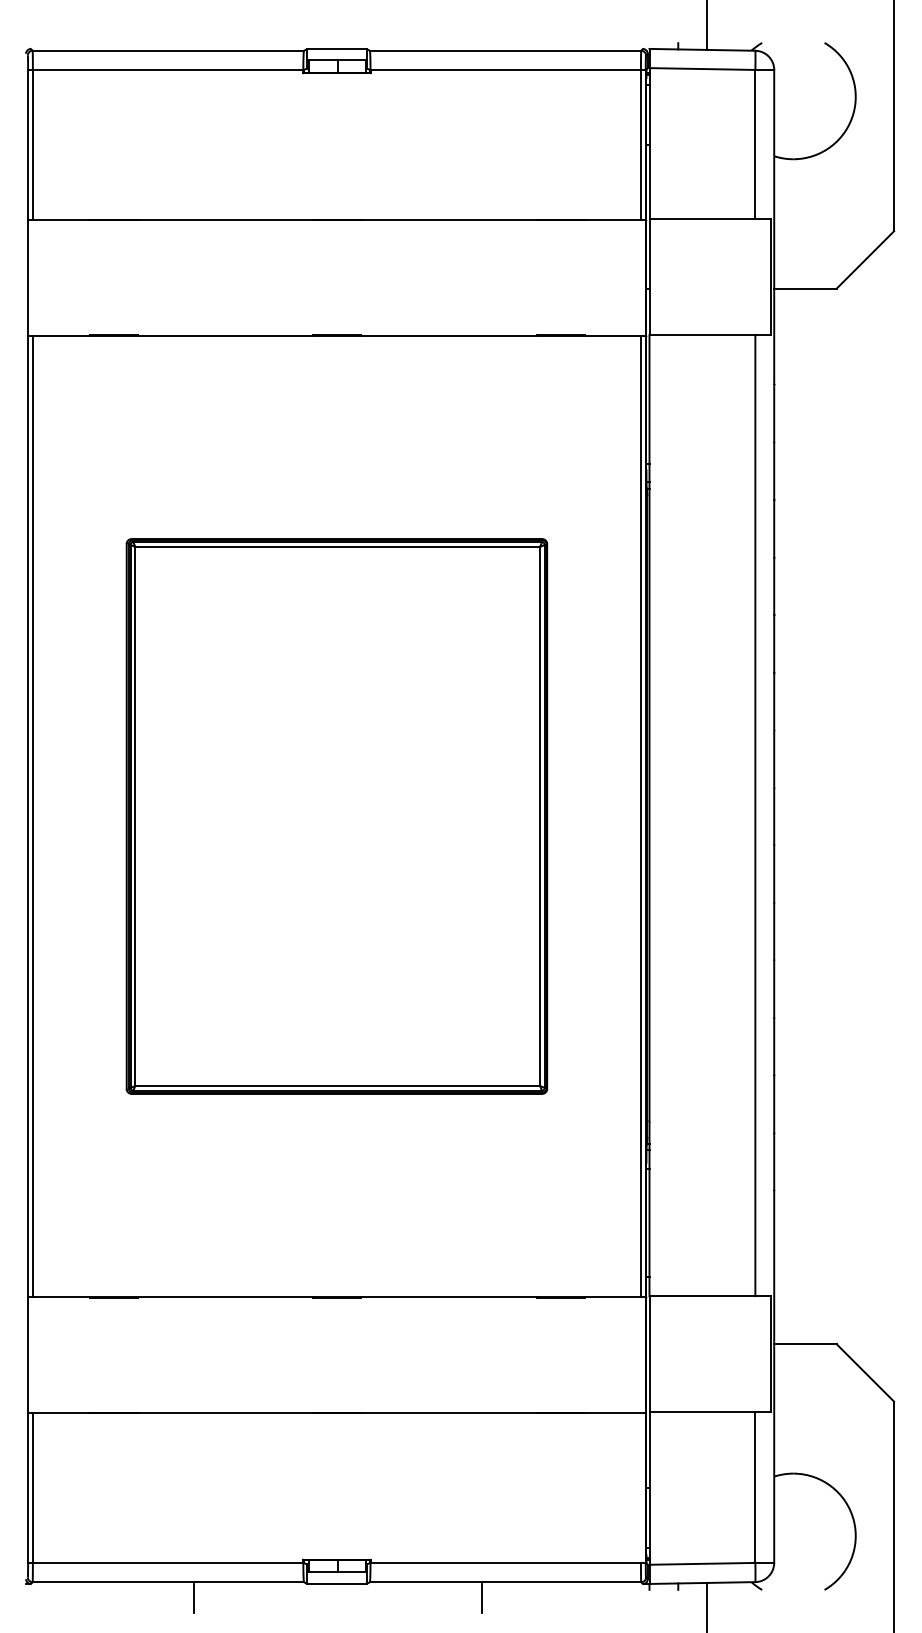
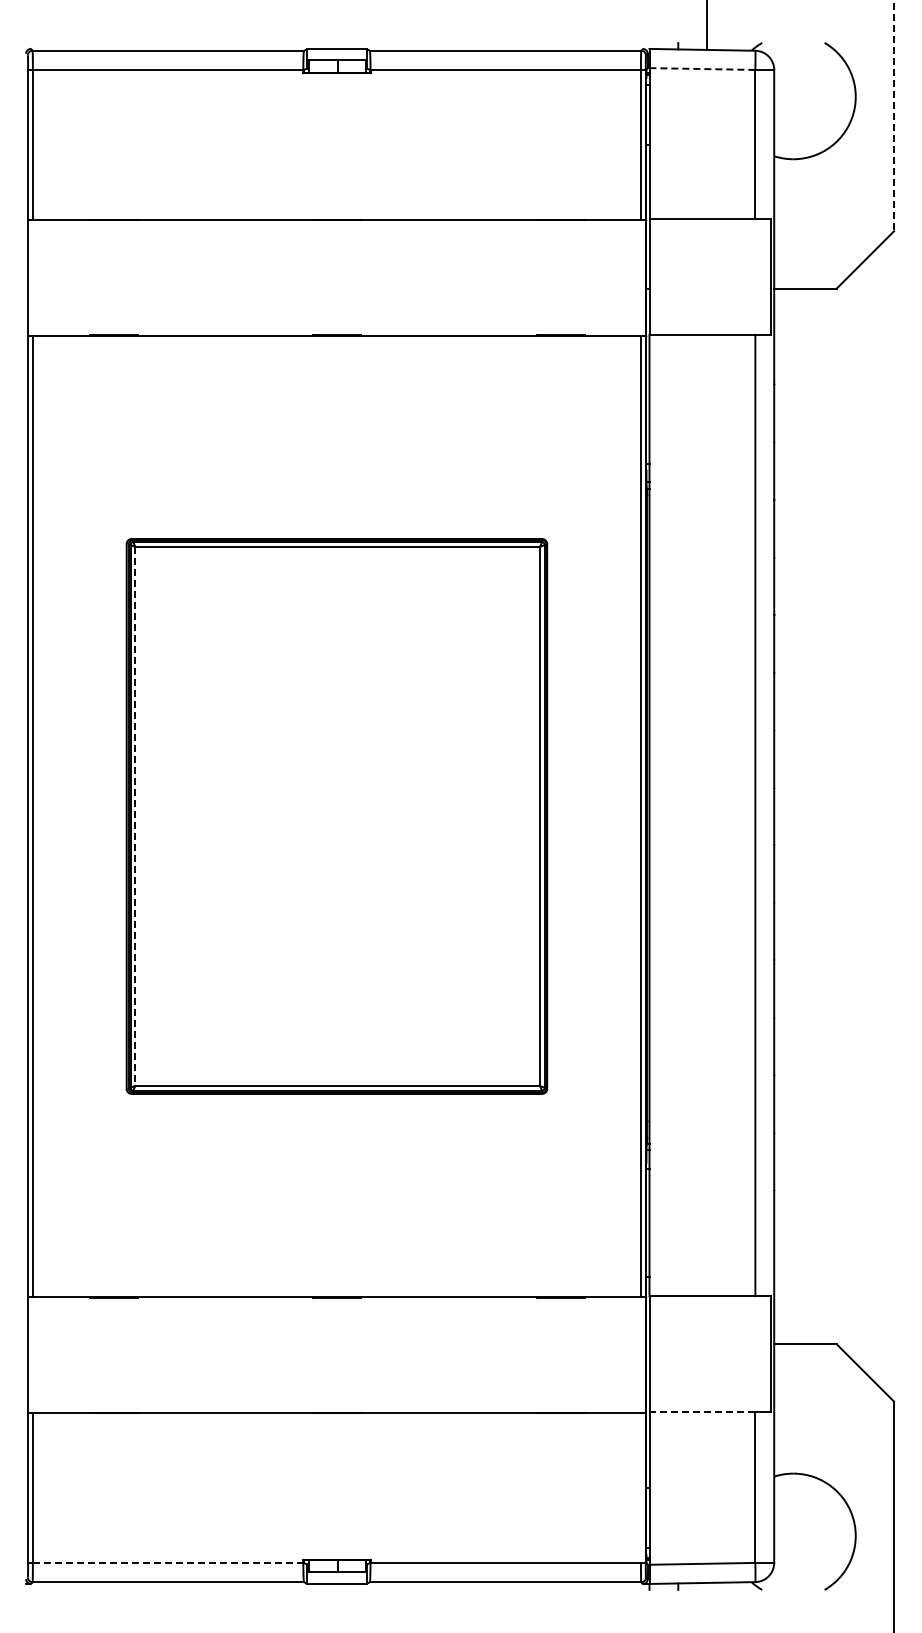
line at (702, 69): solid -> dashed
line at (894, 116): solid -> dashed
line at (135, 816): solid -> dashed
line at (702, 1412): solid -> dashed
line at (168, 1563): solid -> dashed
line at (193, 1597): present -> none
line at (481, 1597): present -> none
line at (707, 1605): present -> none
